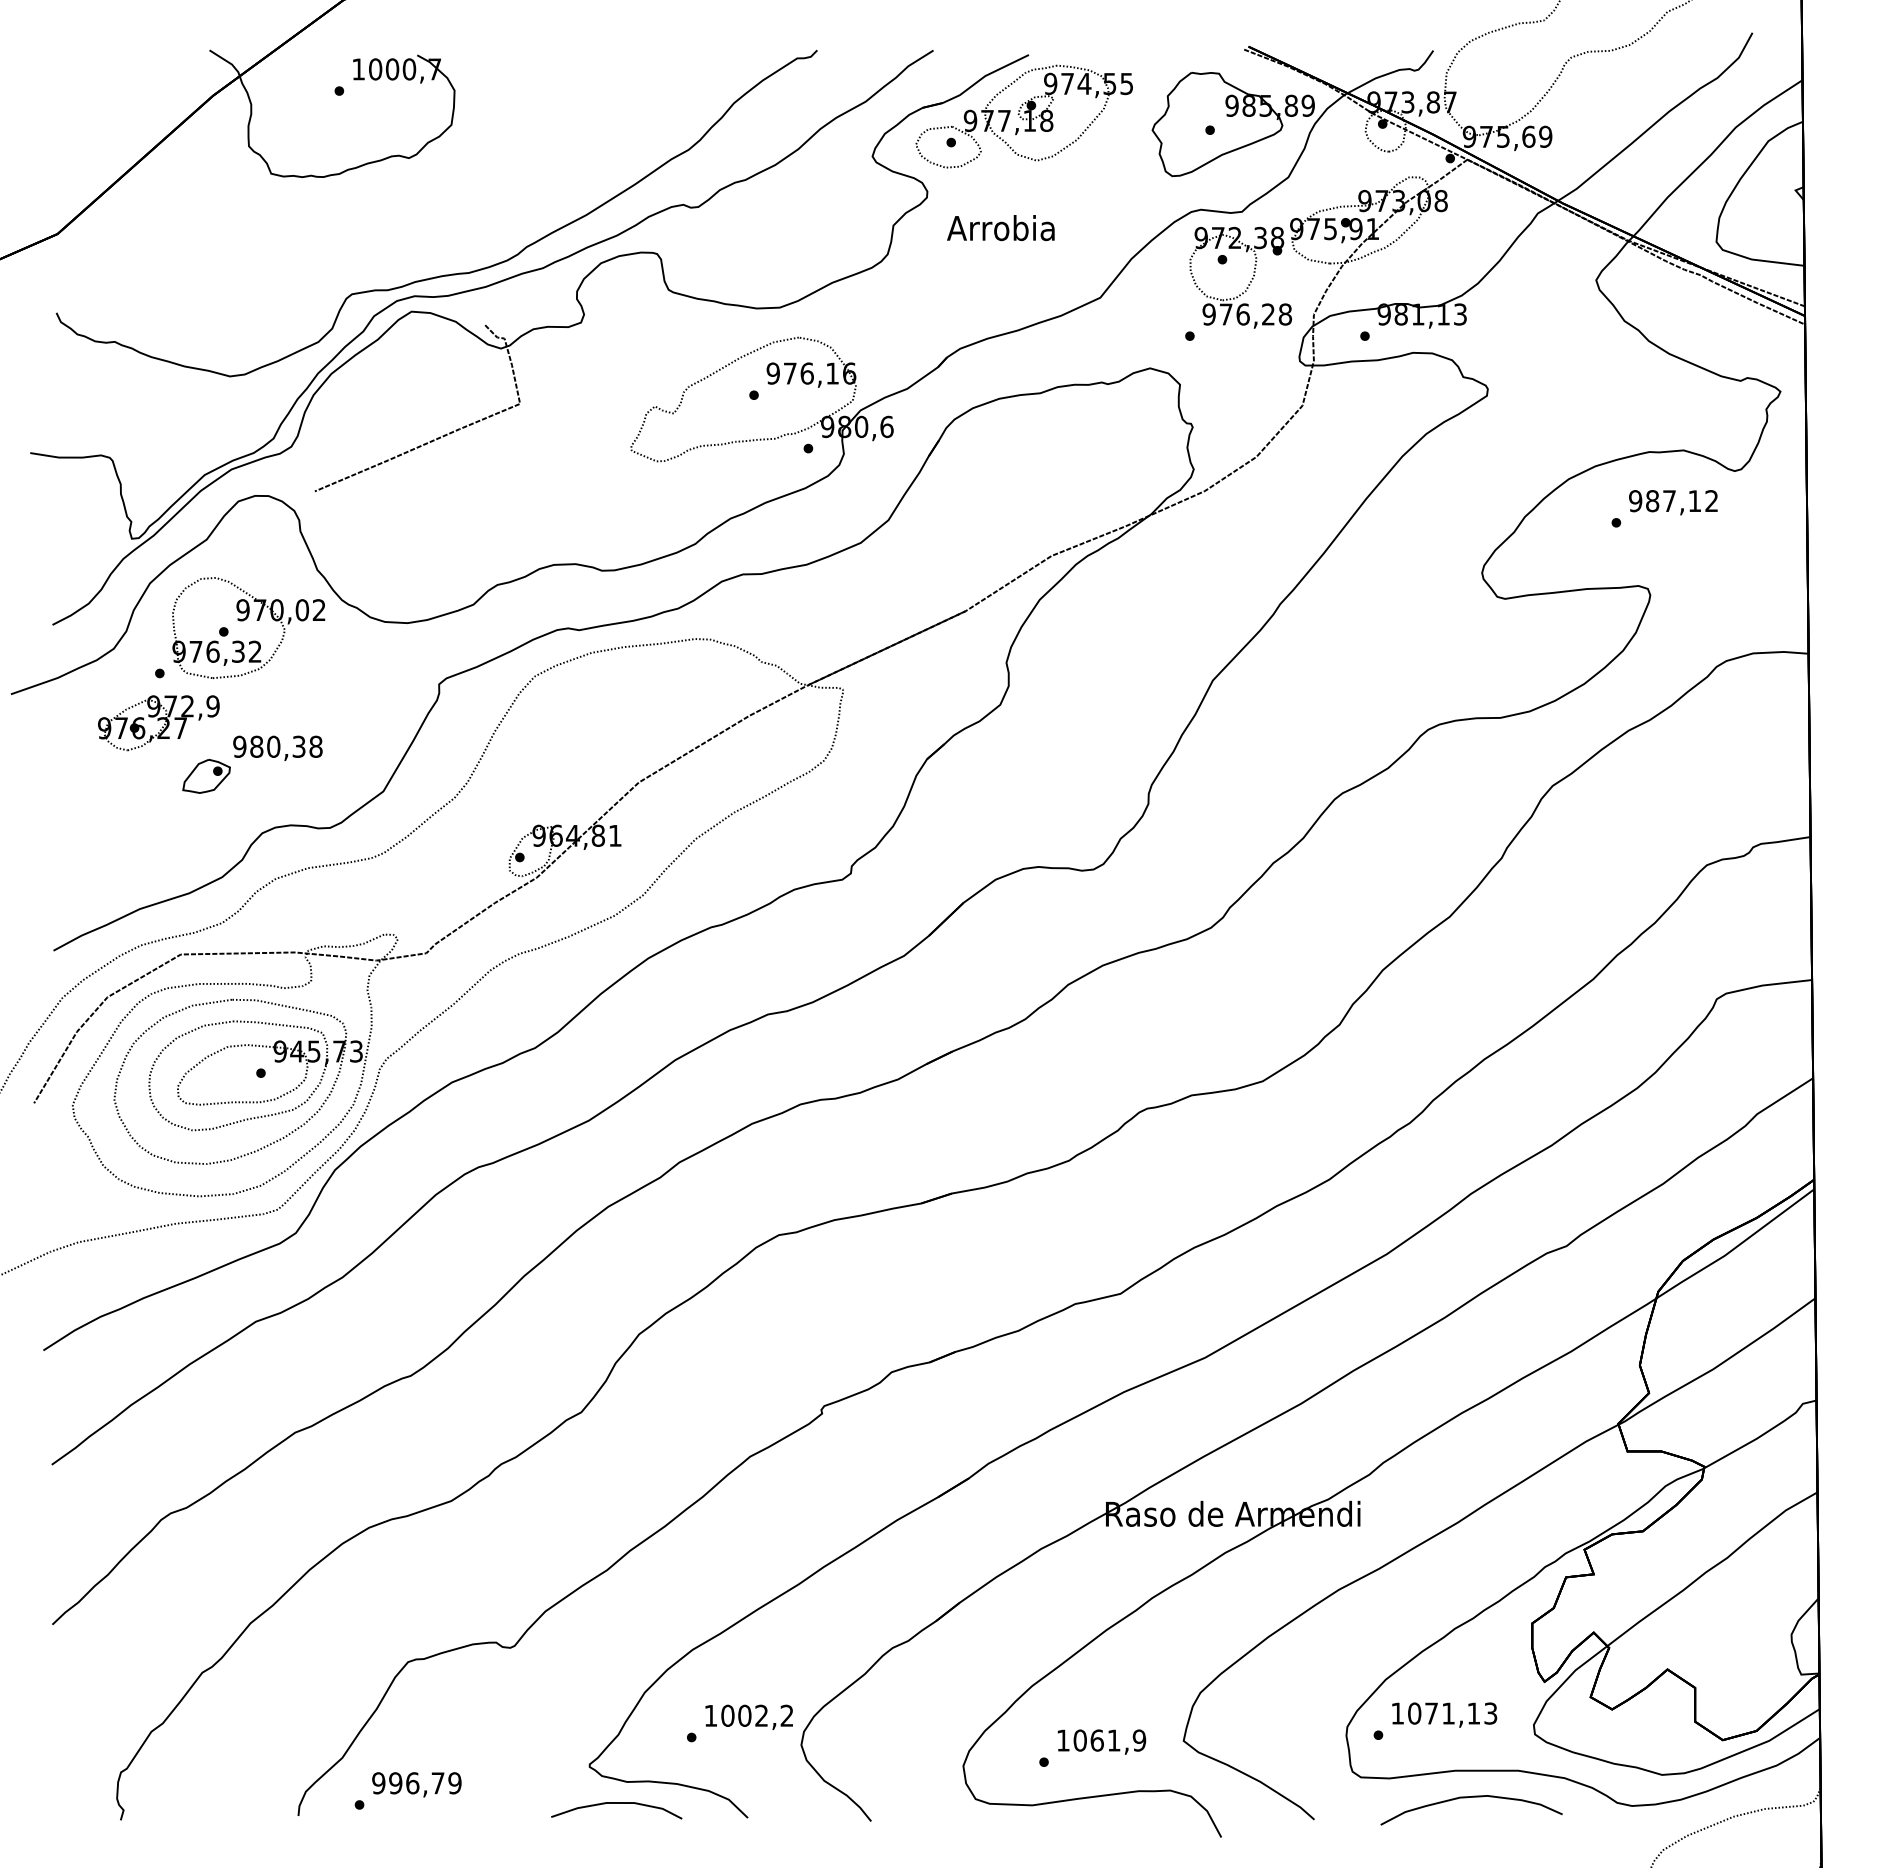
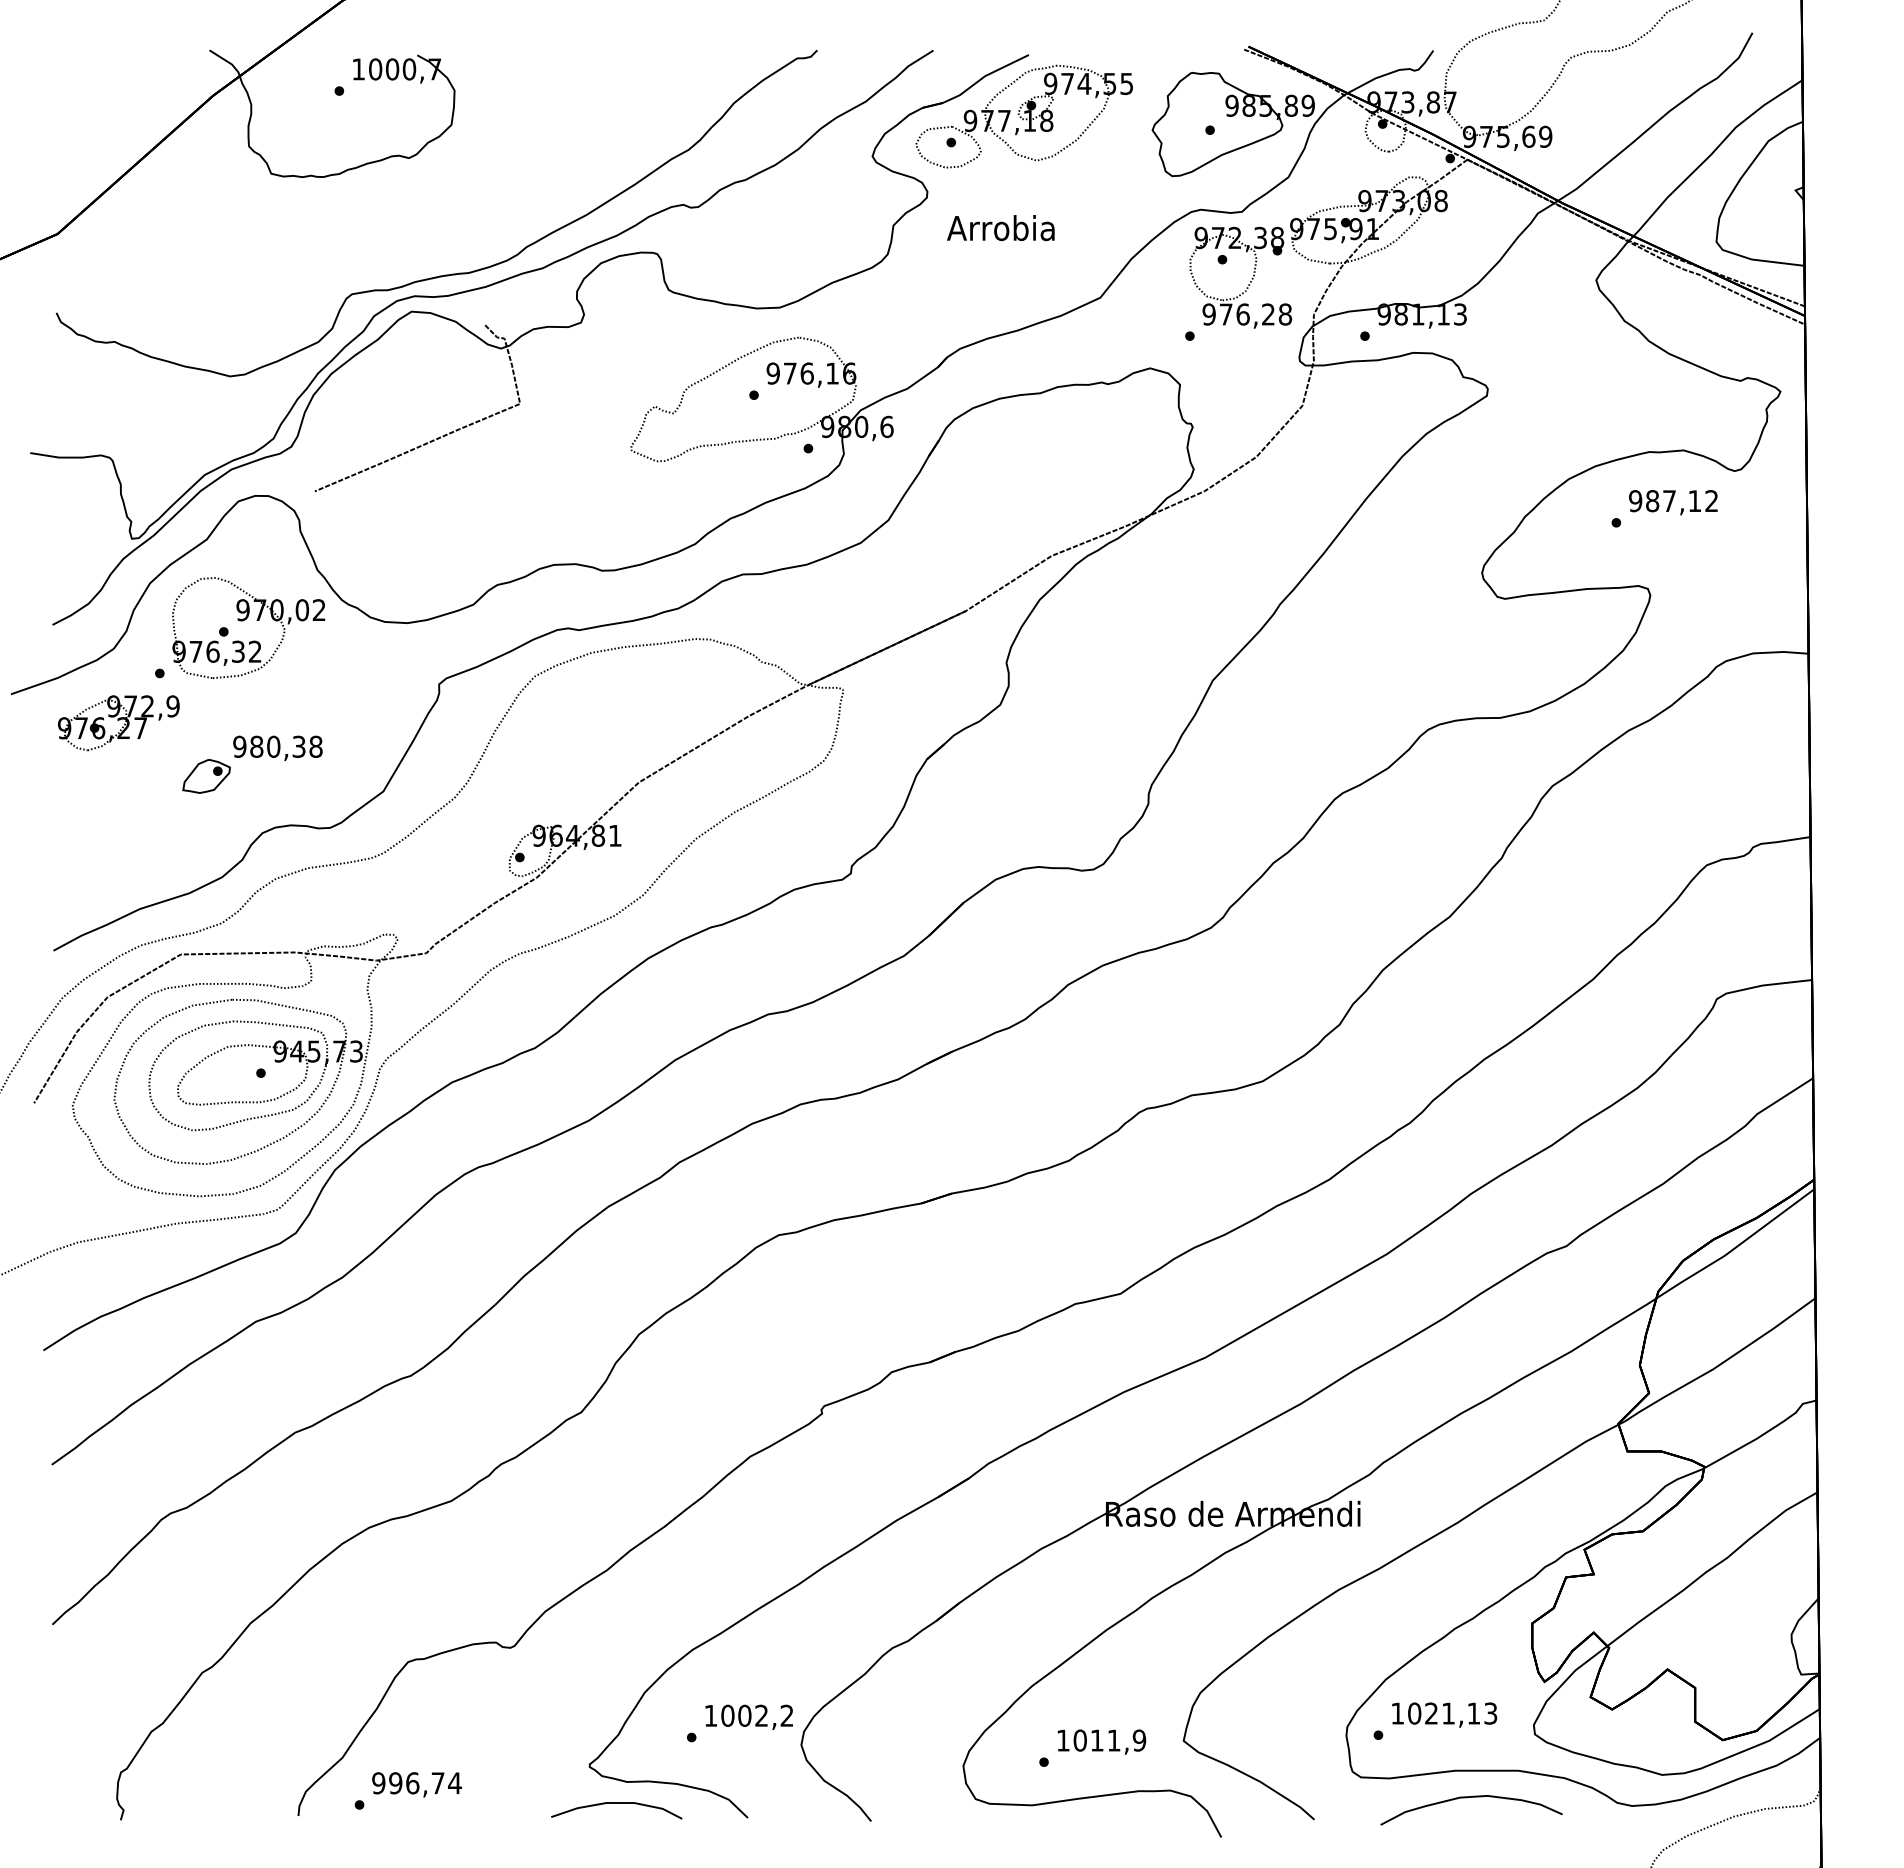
part at (158, 723) position: (158, 723) -> (118, 723)
text at (1431, 1713): 1071,13 -> 1021,13
text at (1096, 1740): 1061,9 -> 1011,9
text at (454, 1783): 996,79 -> 996,74
